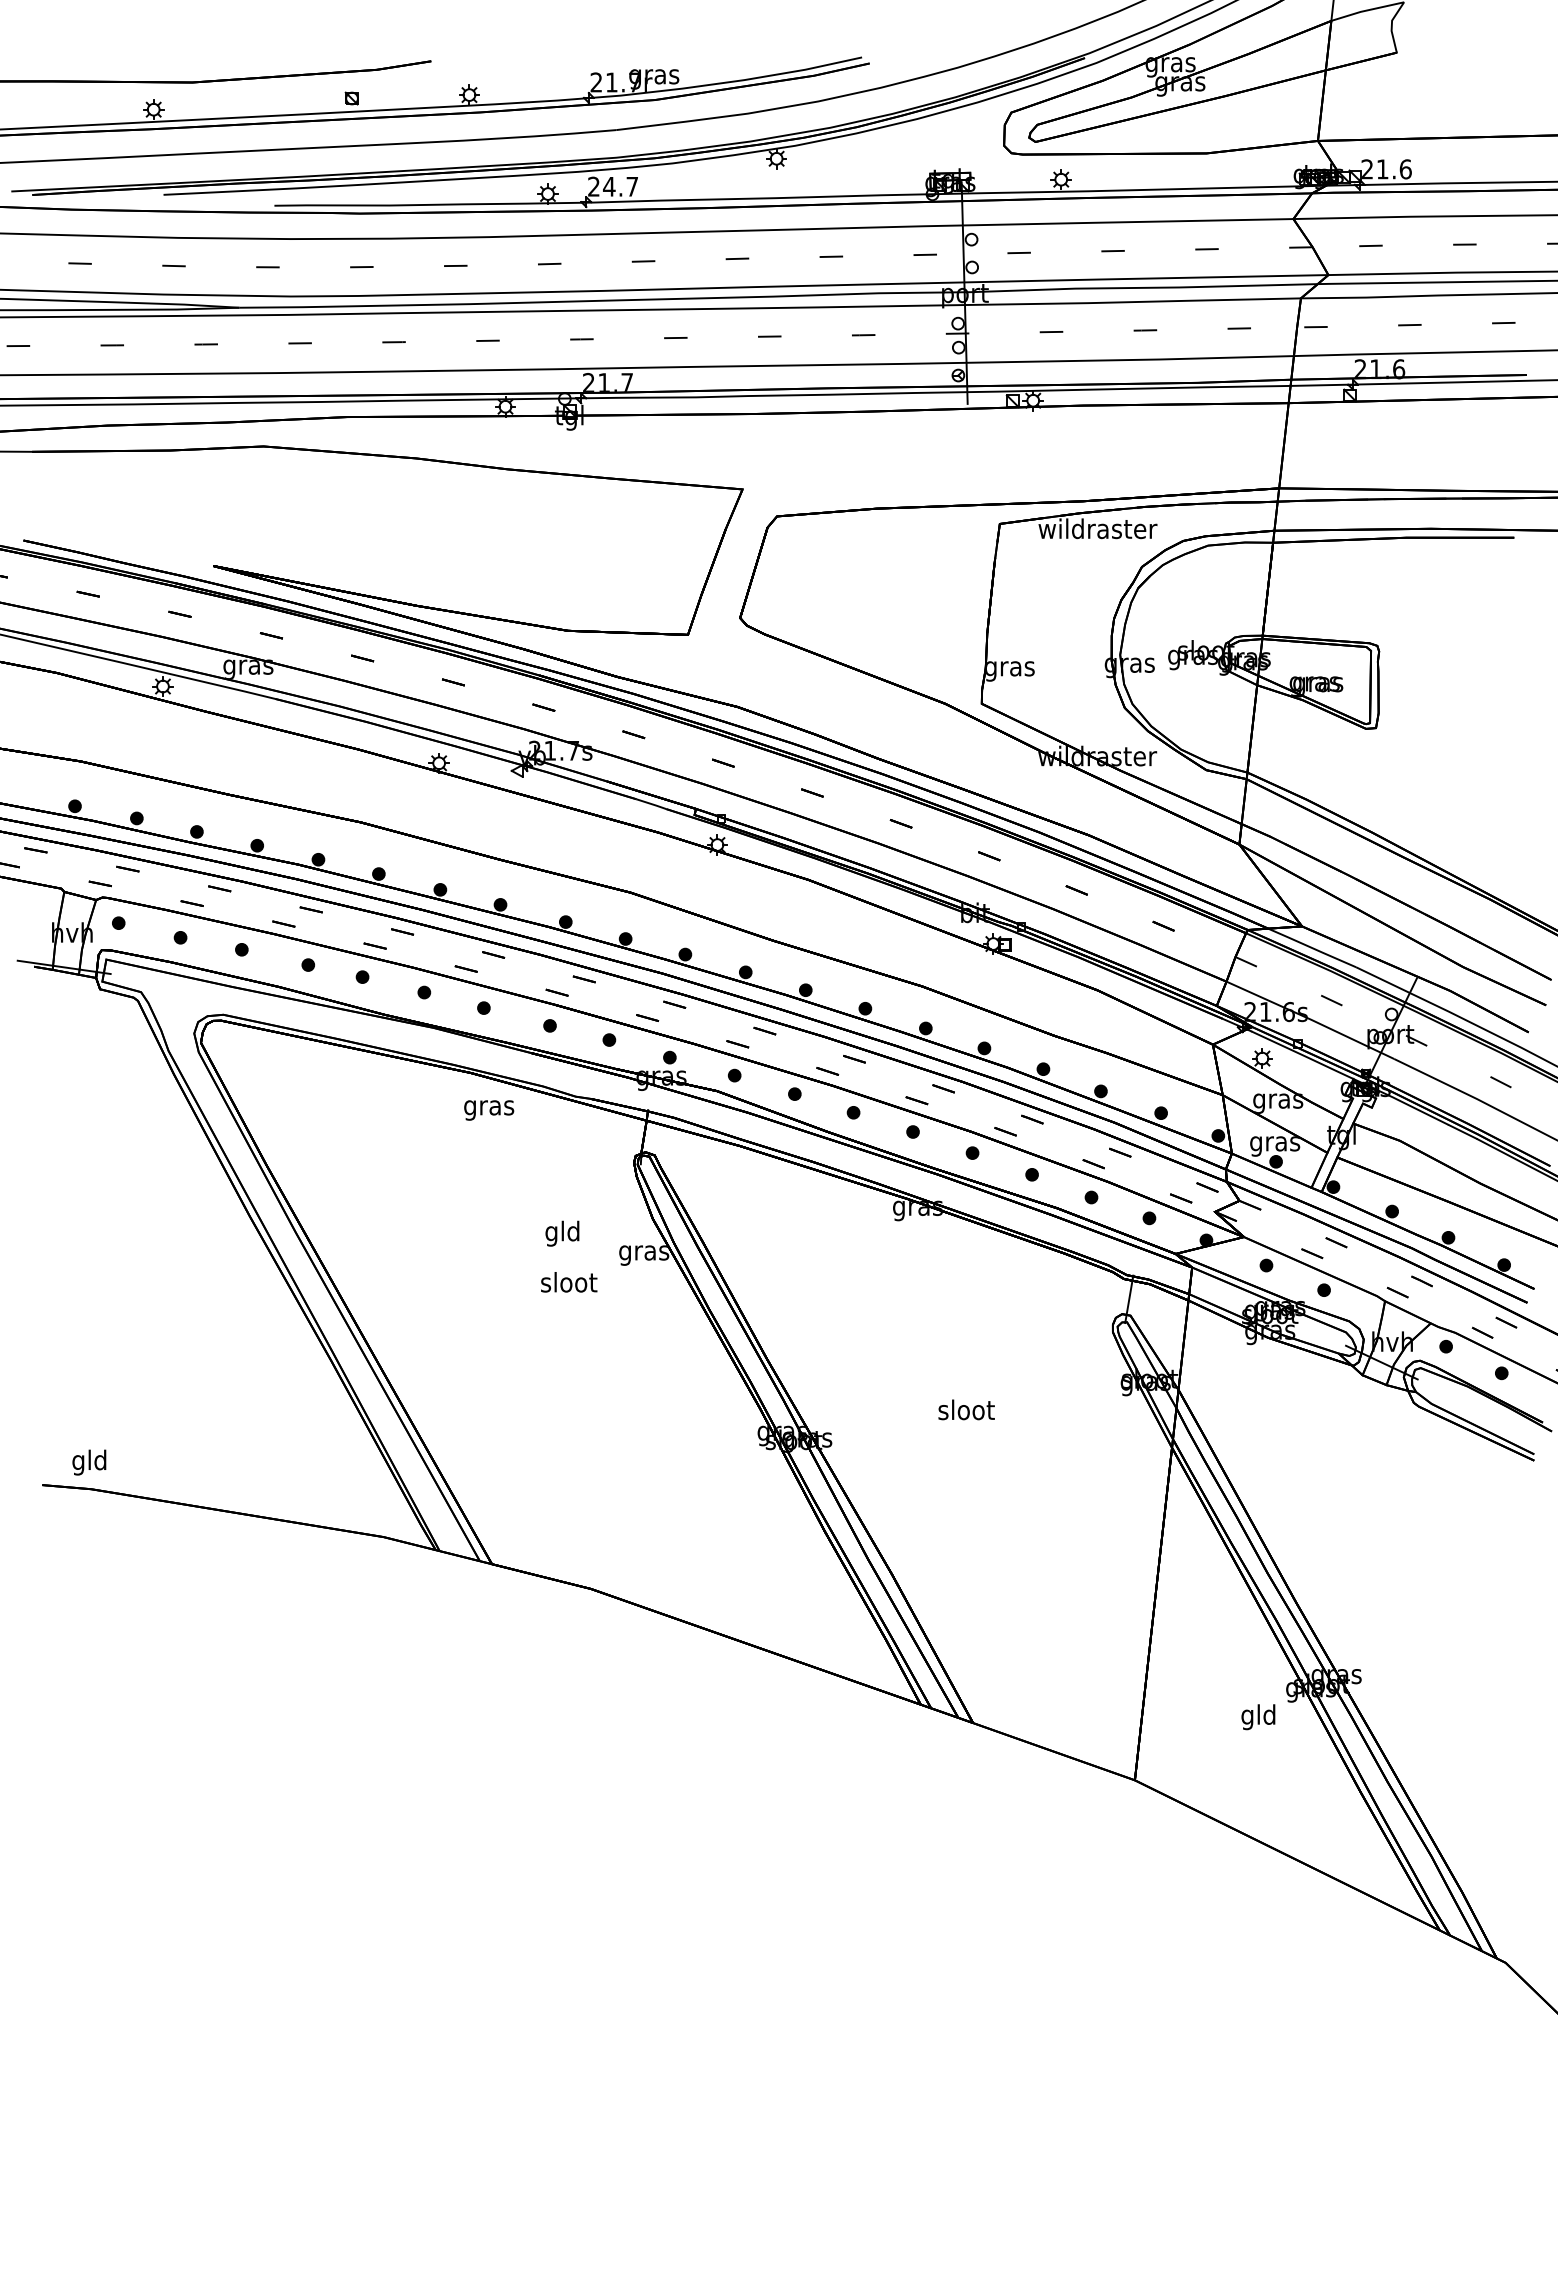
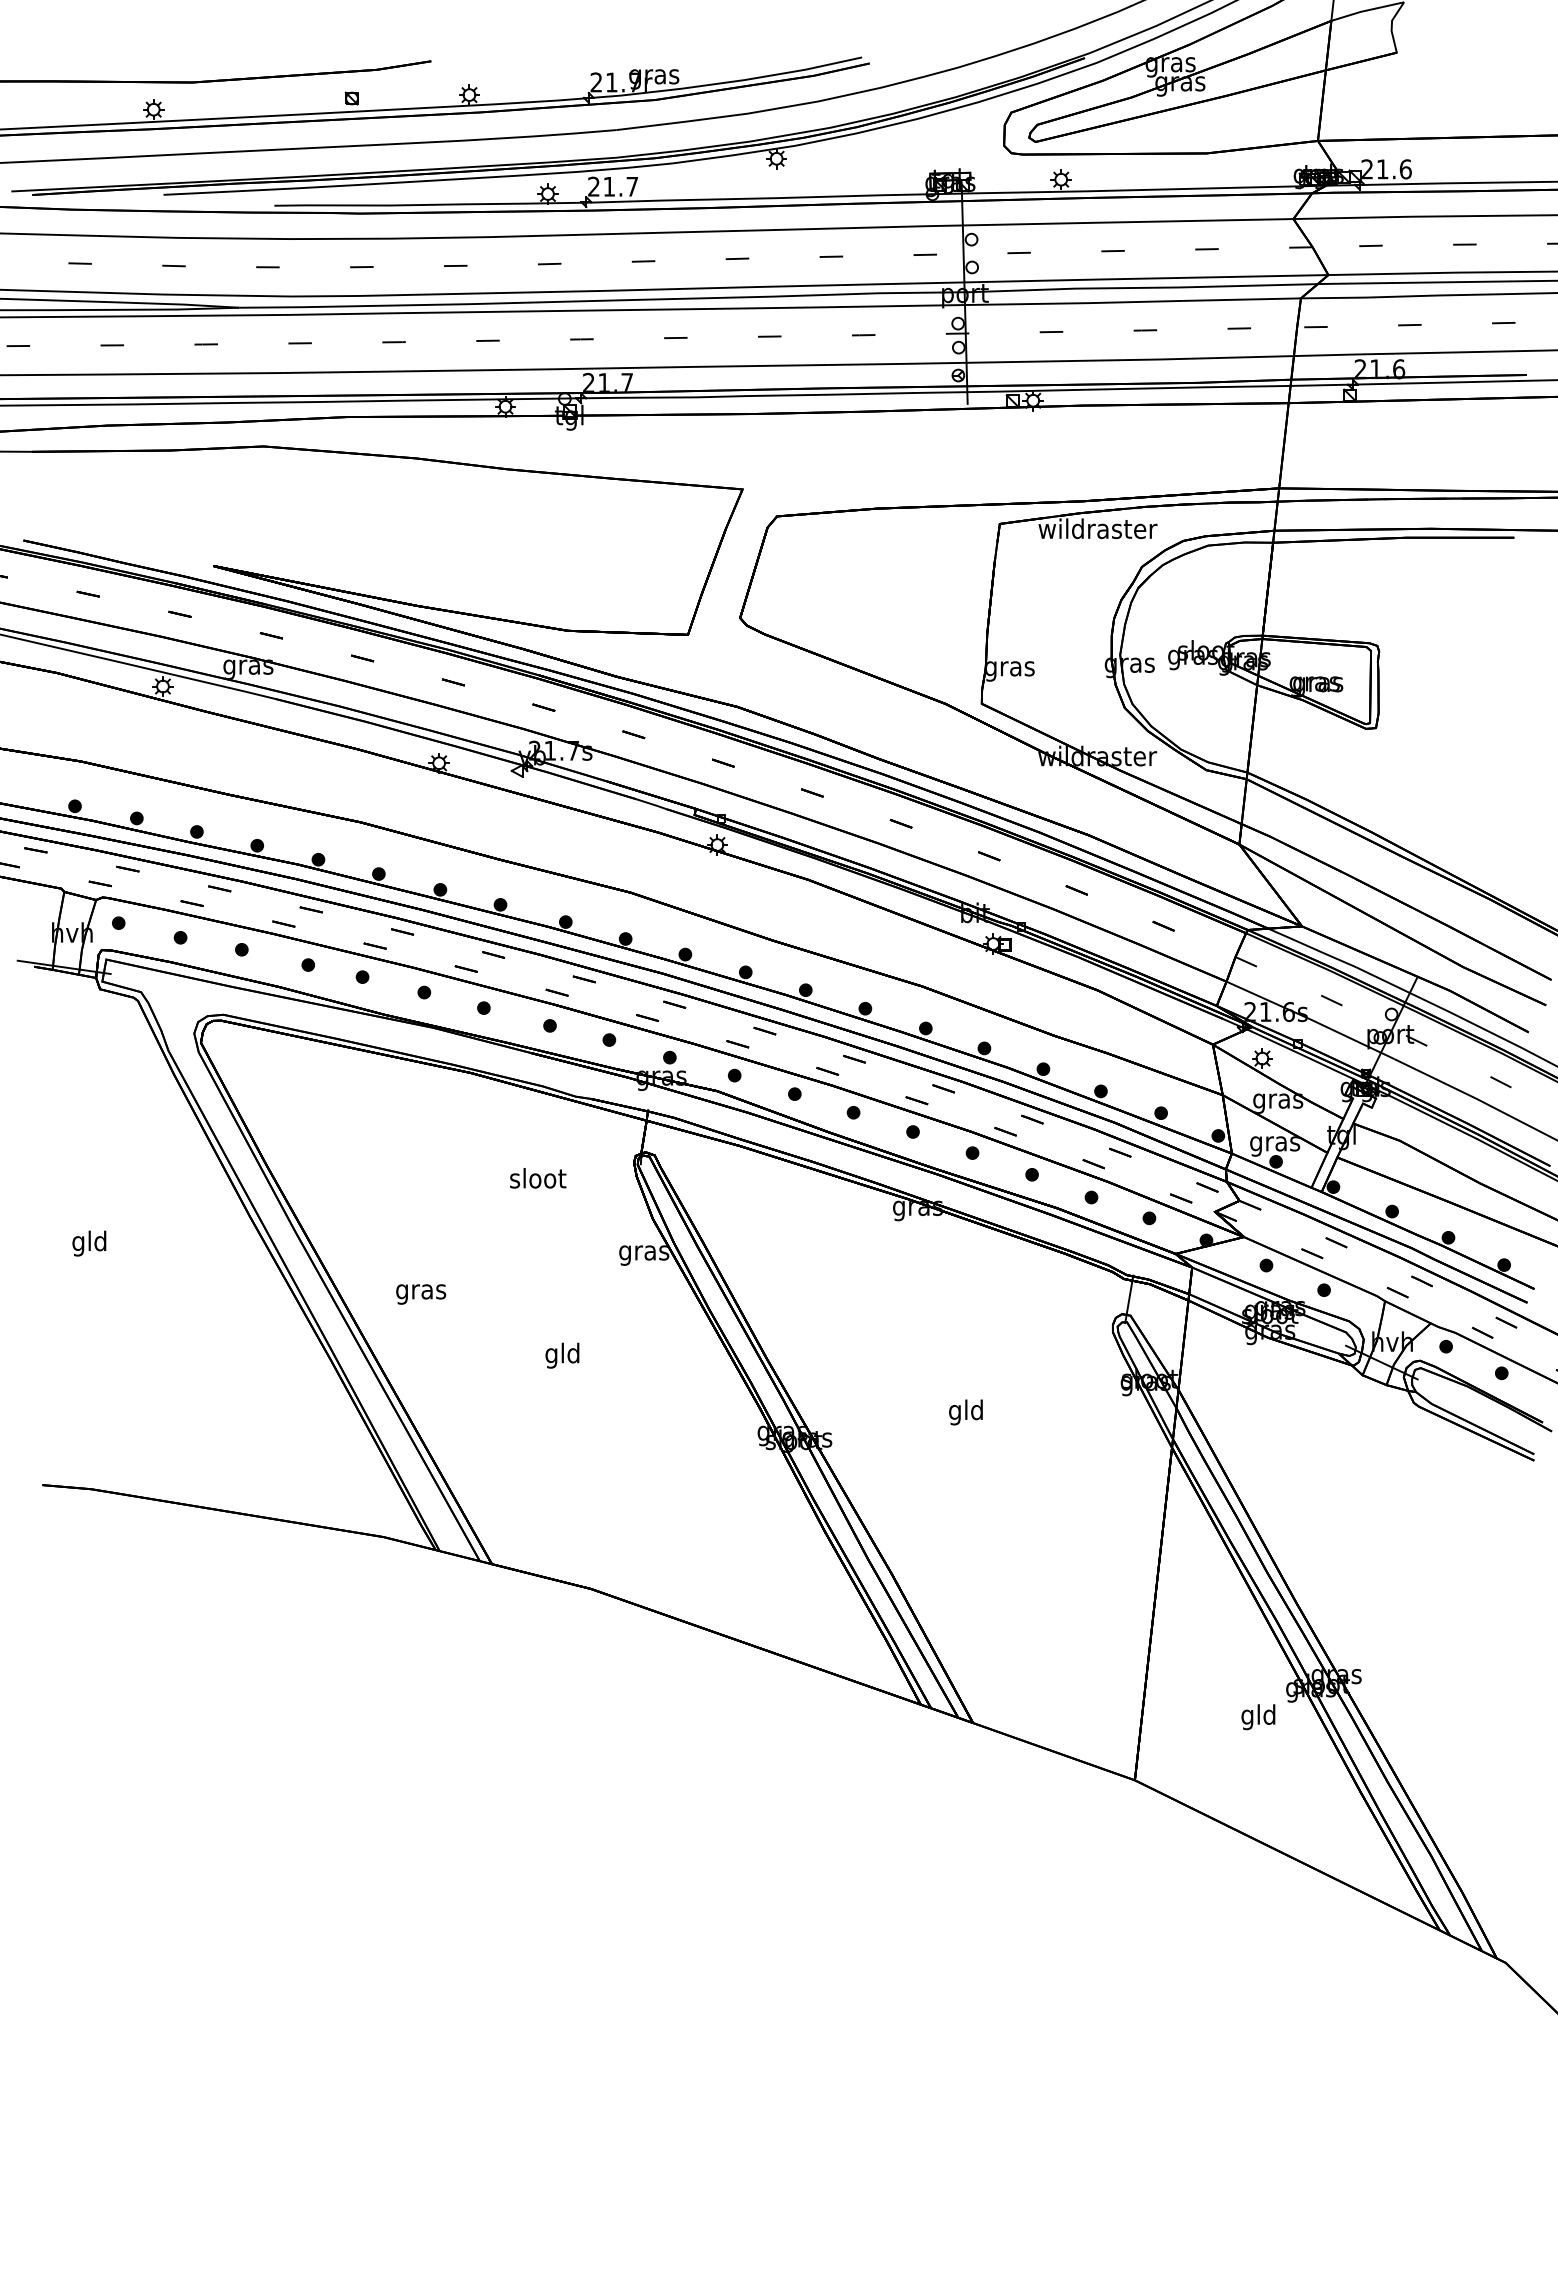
text at (609, 186): 24.7 -> 21.7
text at (489, 1110) position: (489, 1110) -> (421, 1294)
text at (562, 1233) position: (562, 1233) -> (562, 1355)
text at (569, 1282) position: (569, 1282) -> (538, 1178)
text at (966, 1412): sloot -> gld
text at (89, 1462) position: (89, 1462) -> (89, 1243)
